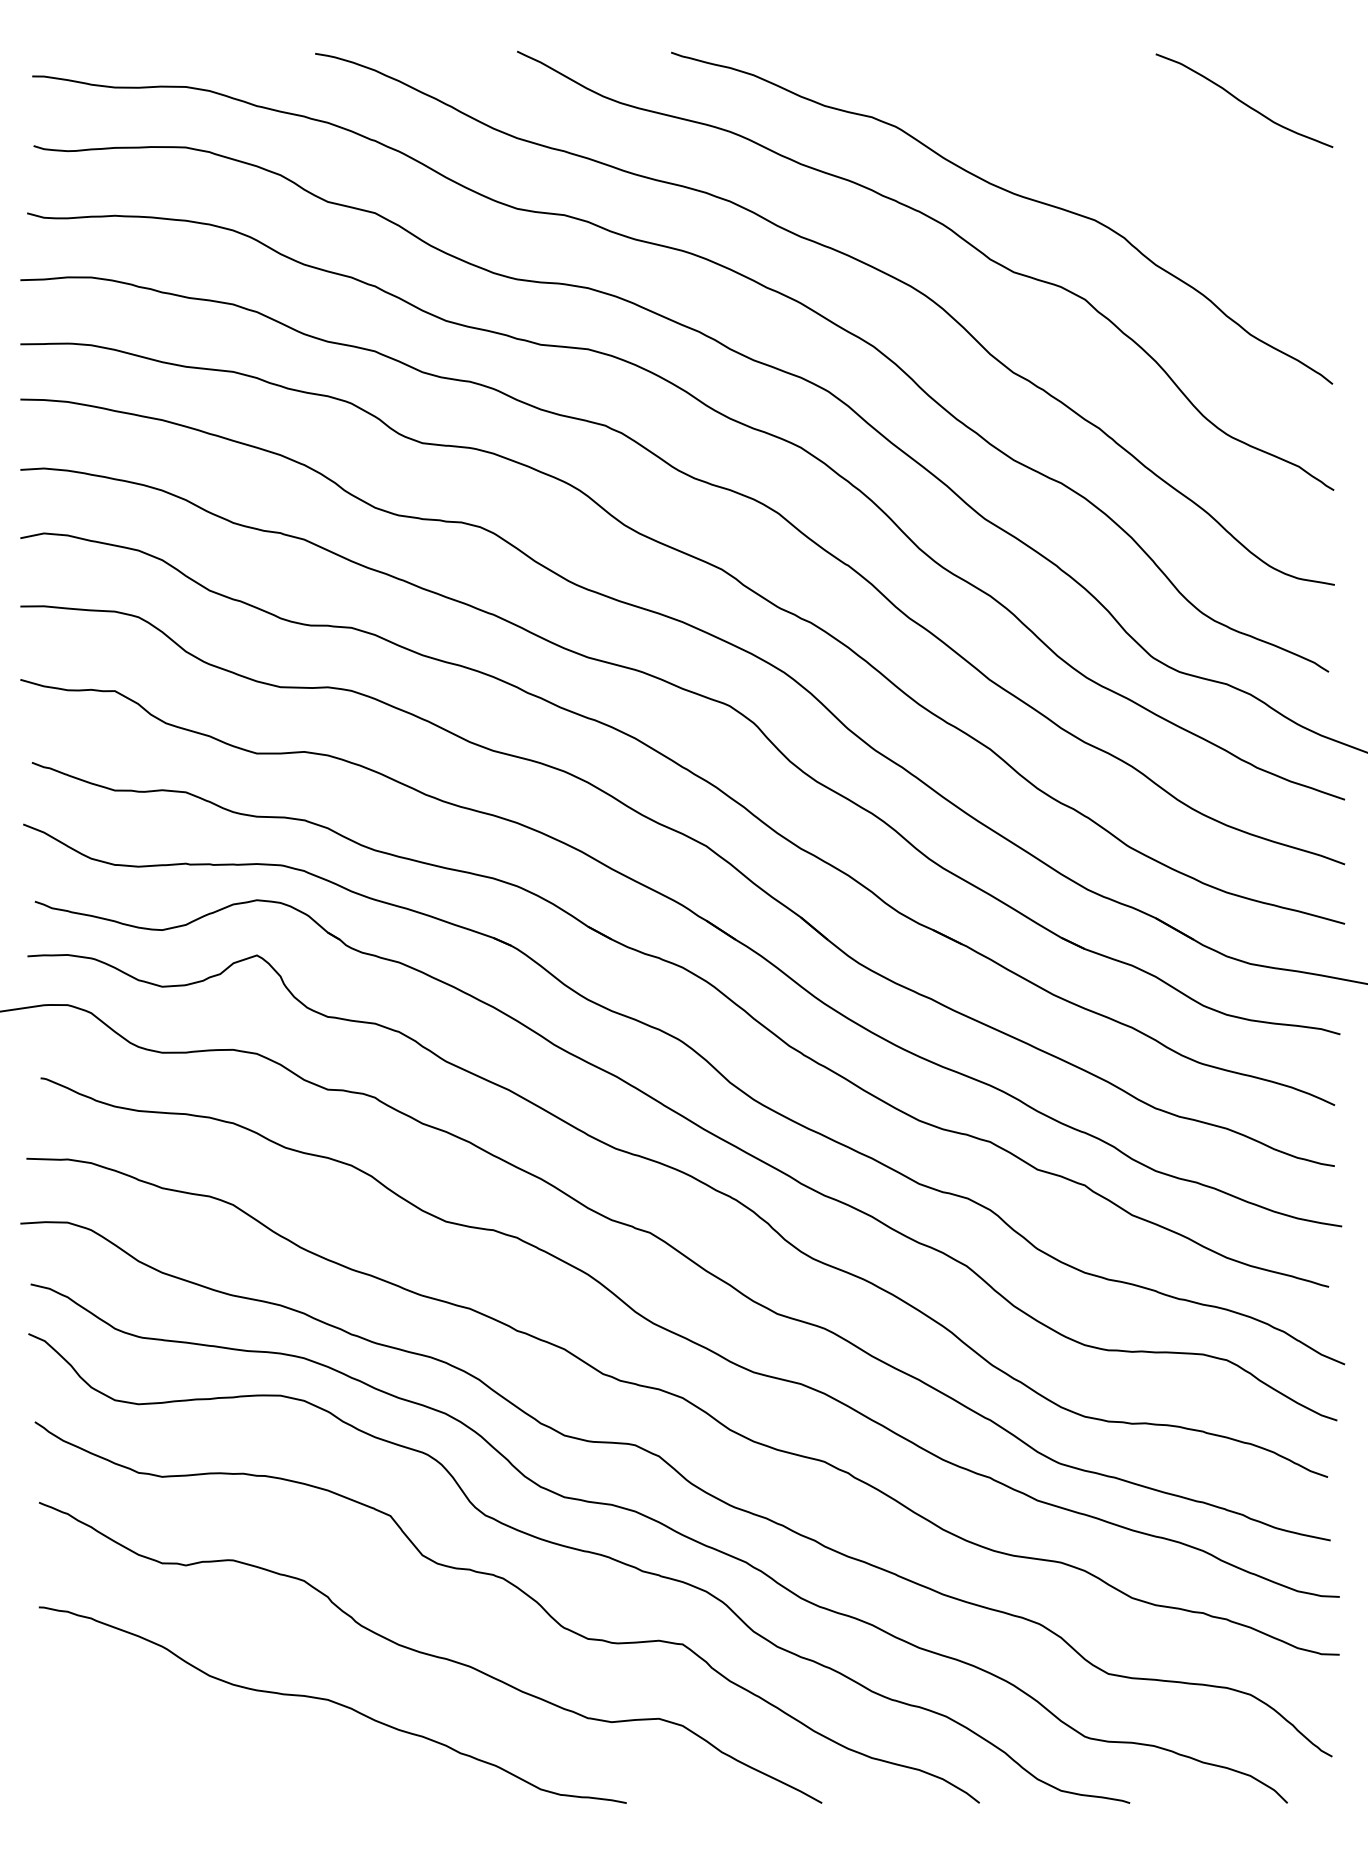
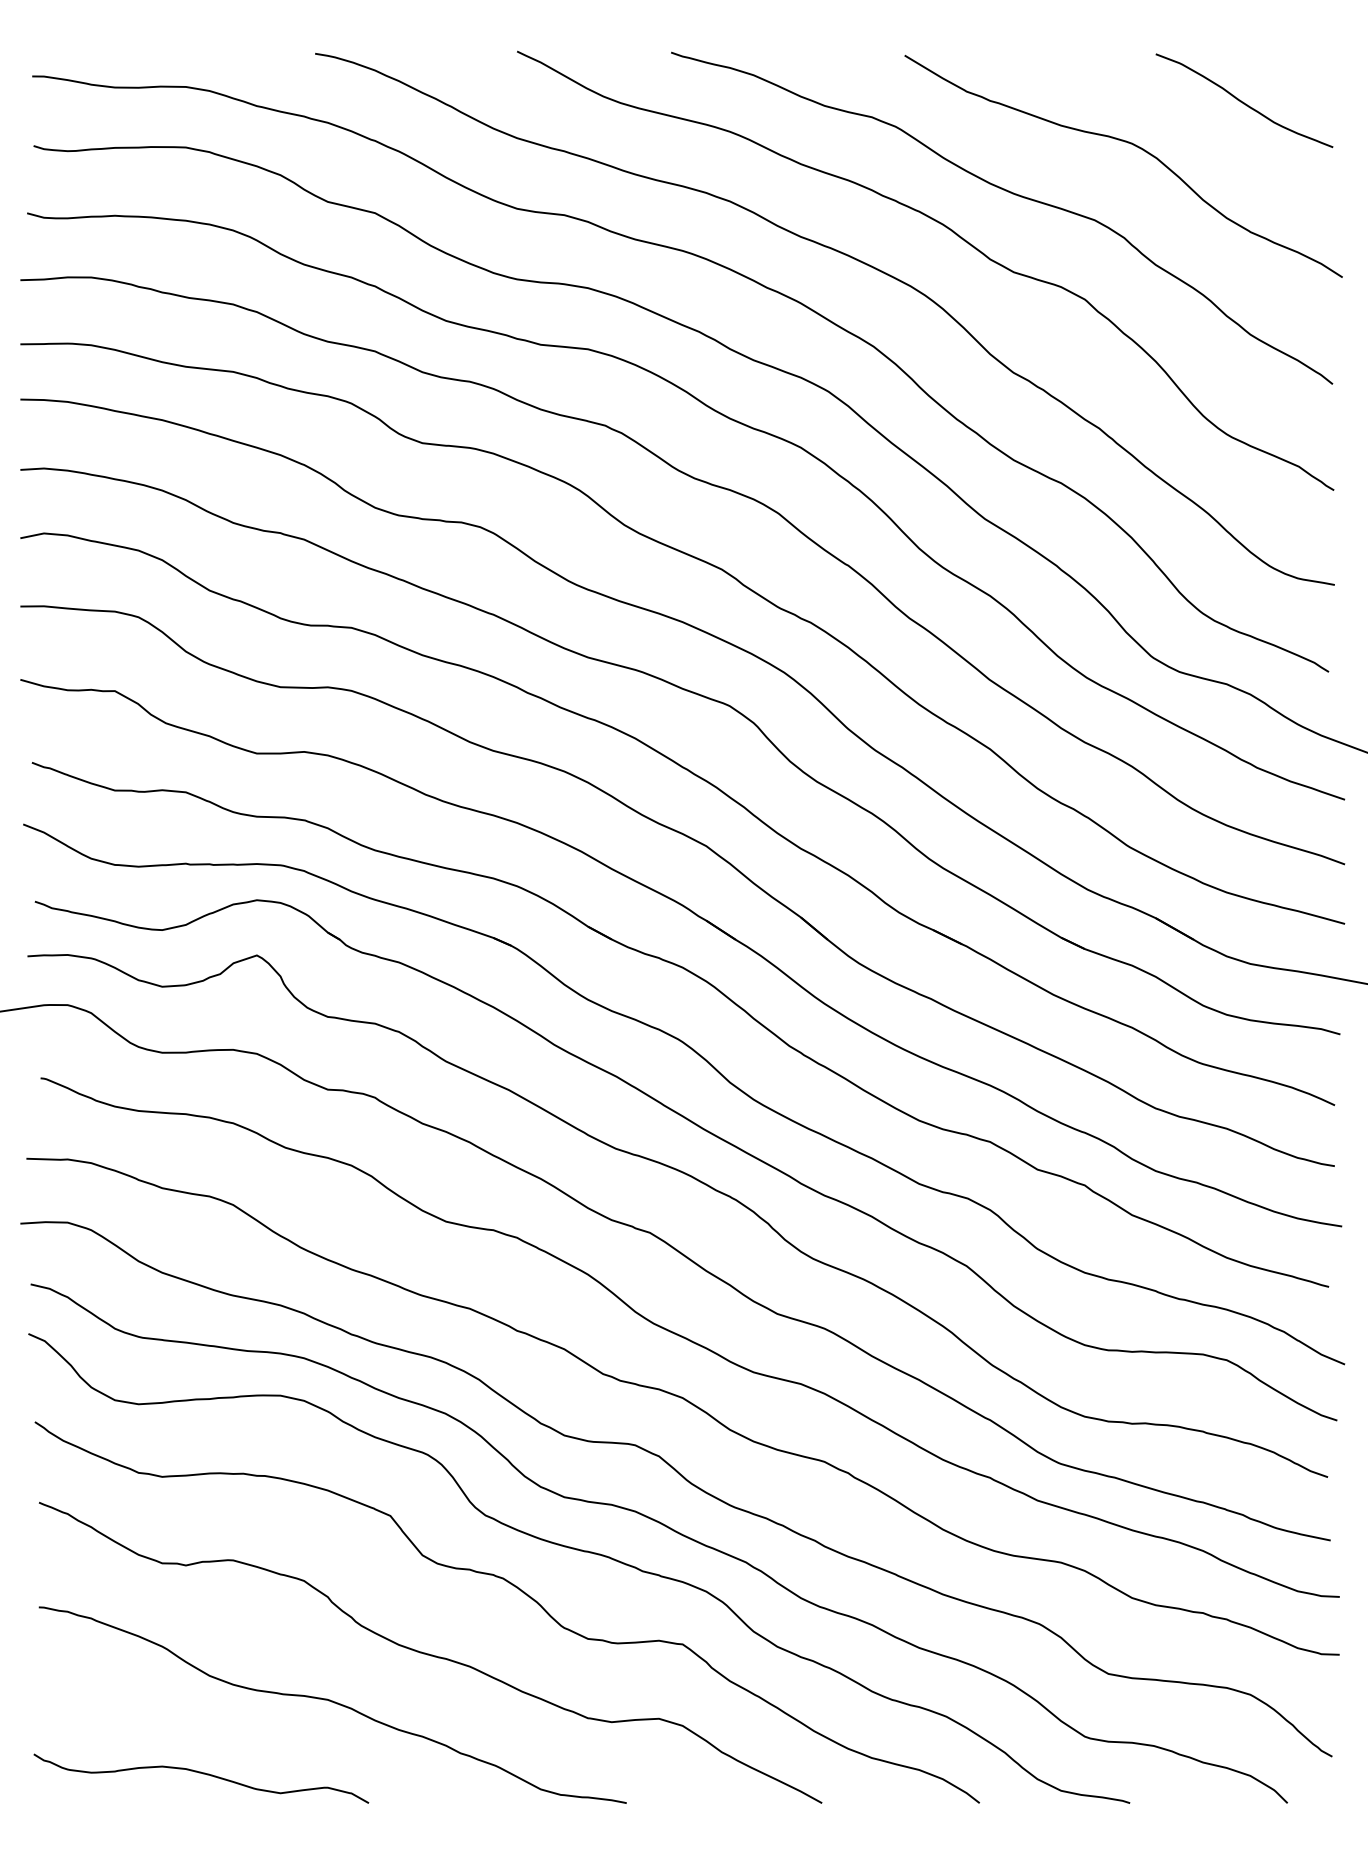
curve at (1130, 144): none -> present
curve at (203, 1774): none -> present
